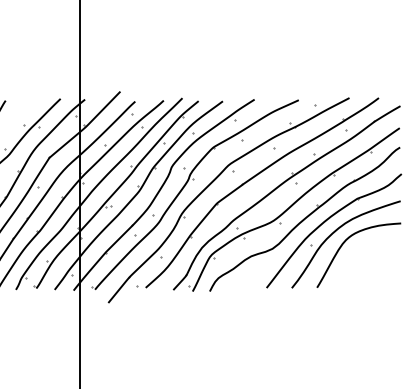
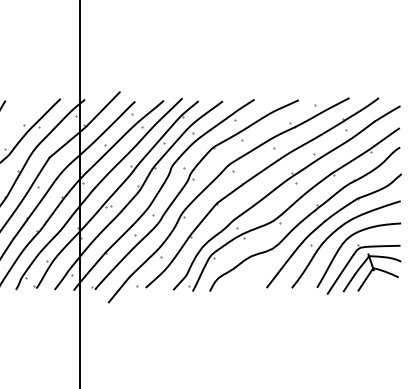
part at (363, 269): none -> present
